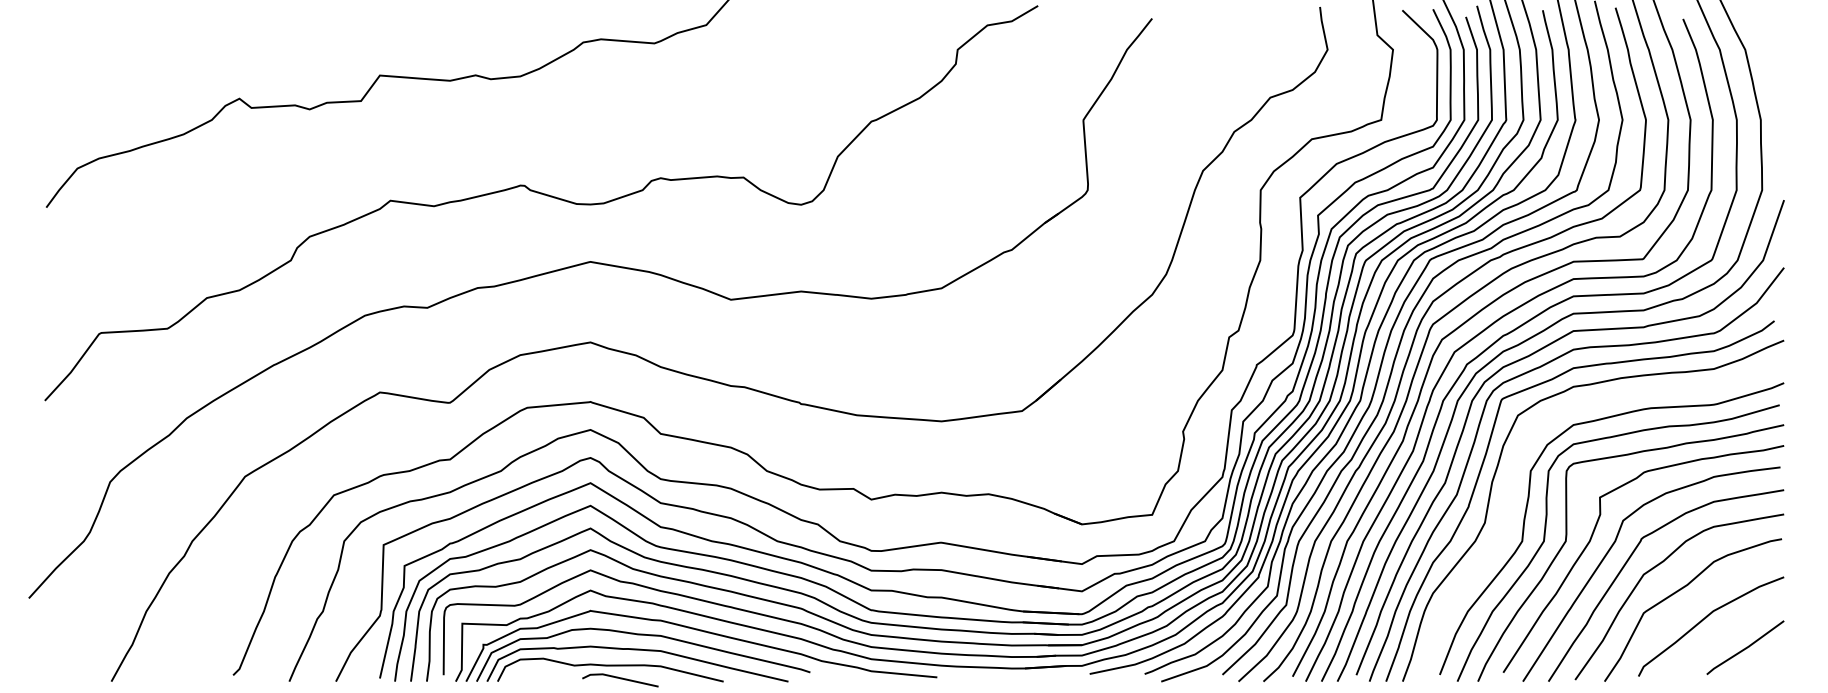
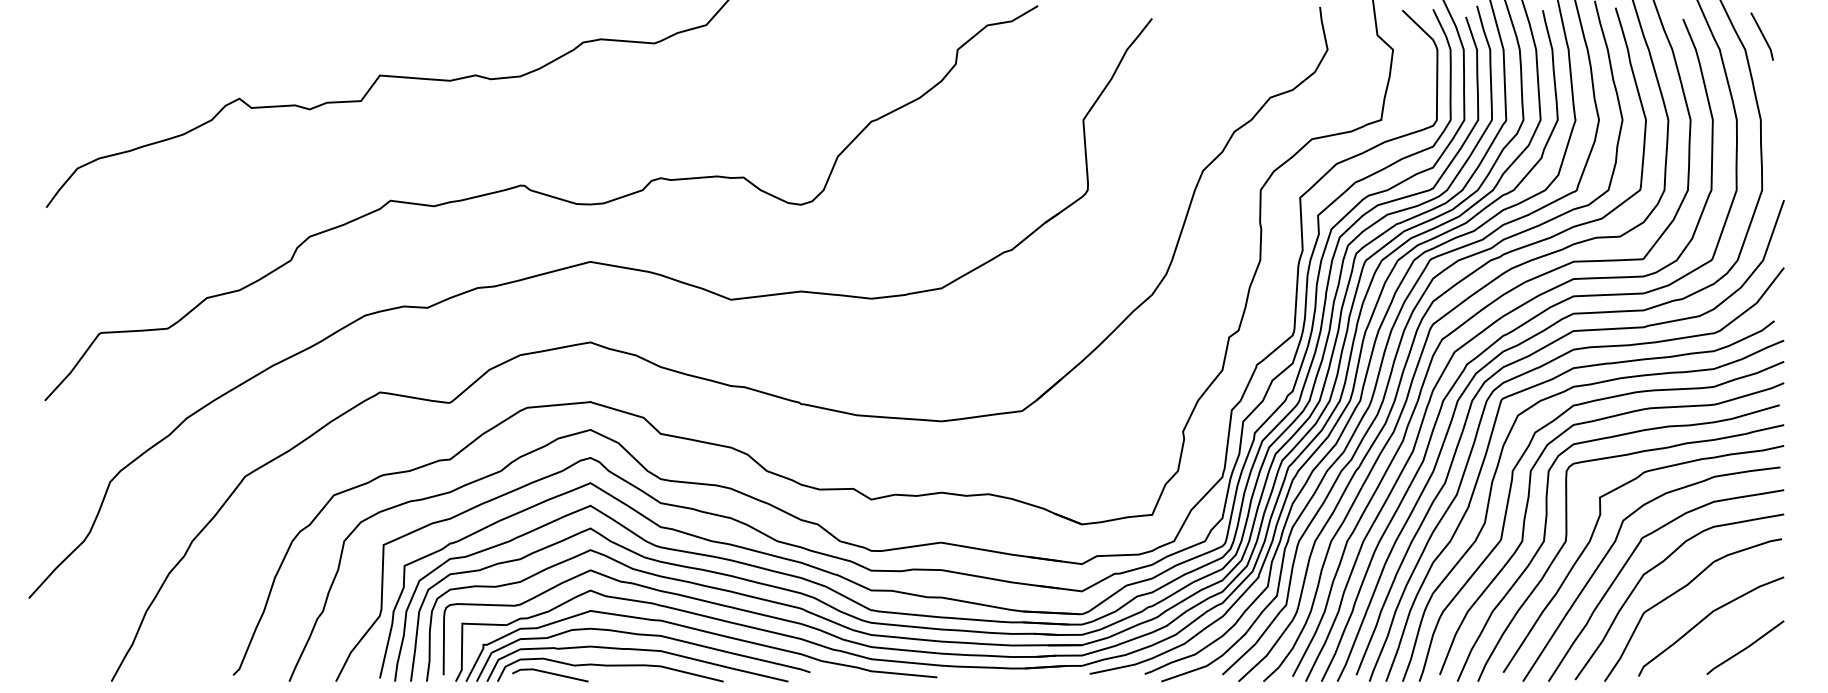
line at (1762, 36): none -> present
curve at (1509, 500): none -> present
line at (620, 679) position: (620, 679) -> (550, 674)
